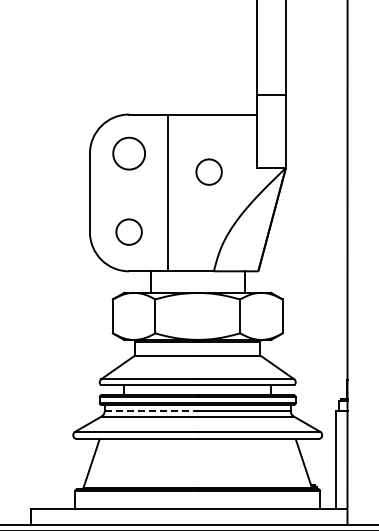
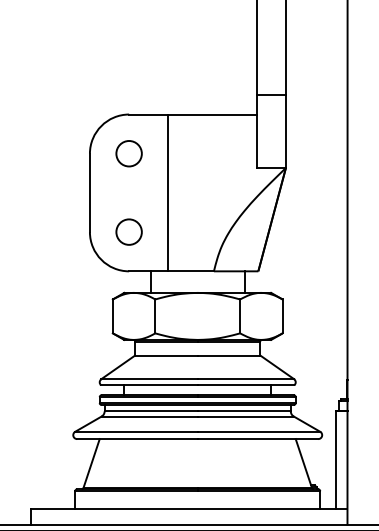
circle at (128, 153) size: 34x35 px -> 28x28 px
circle at (208, 171): present -> none
line at (151, 411): dashed -> solid
